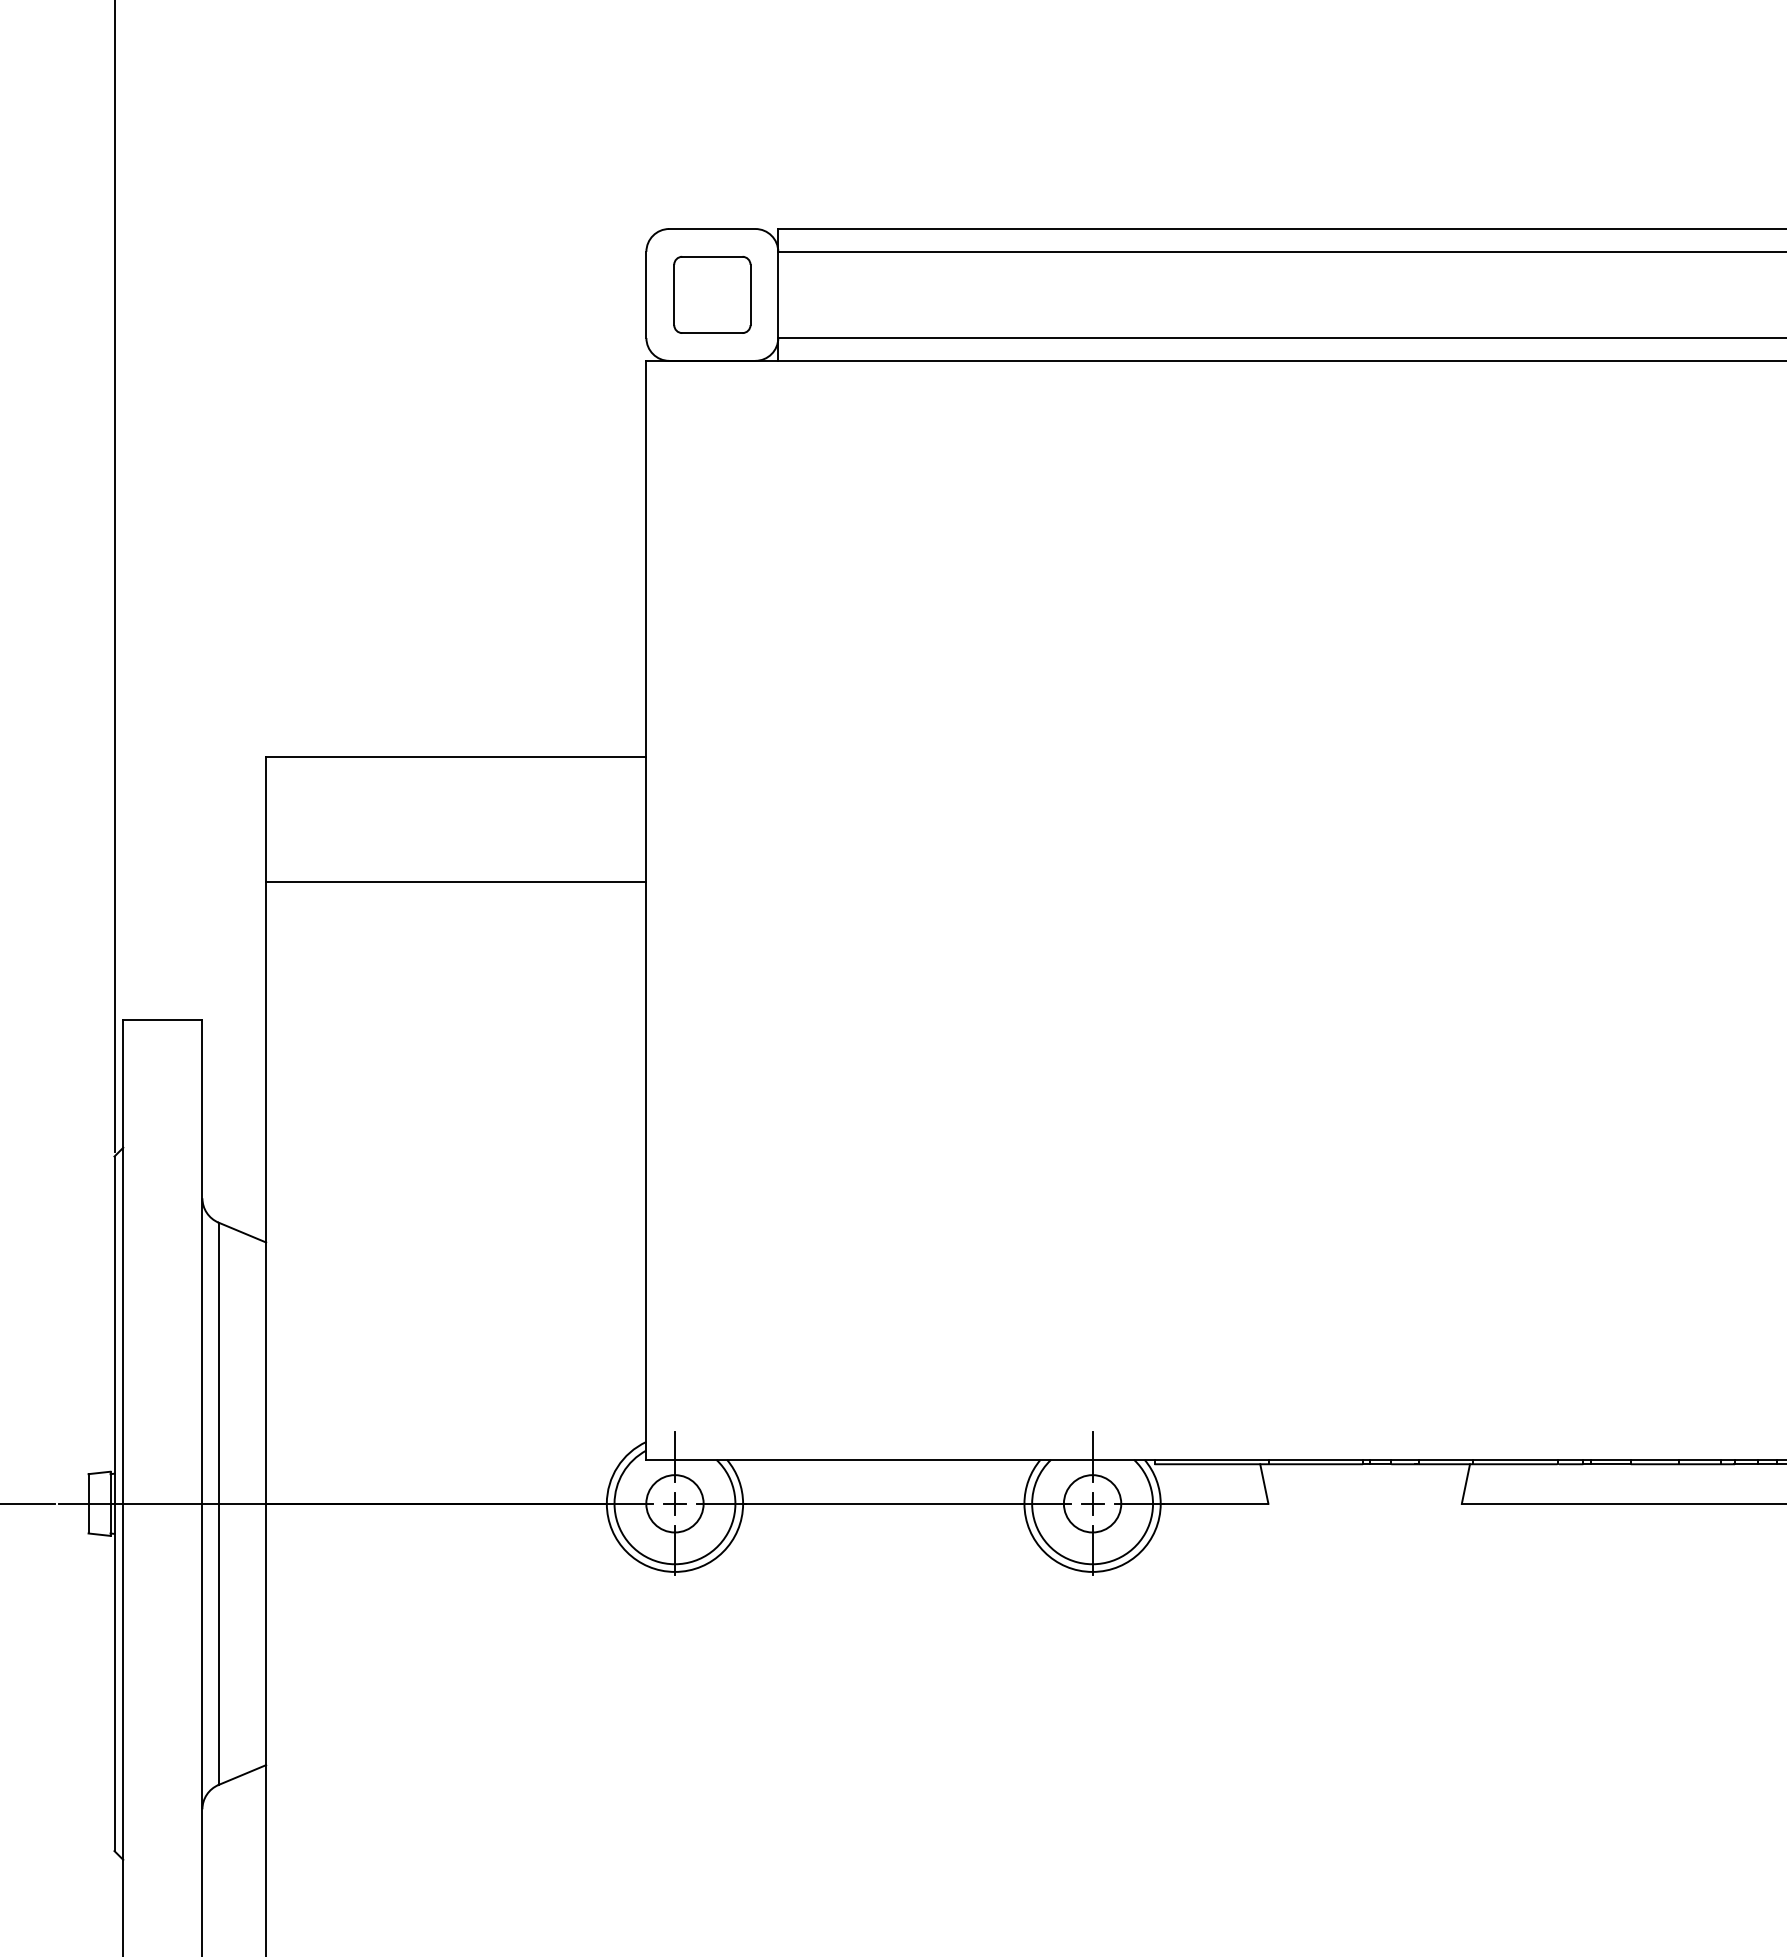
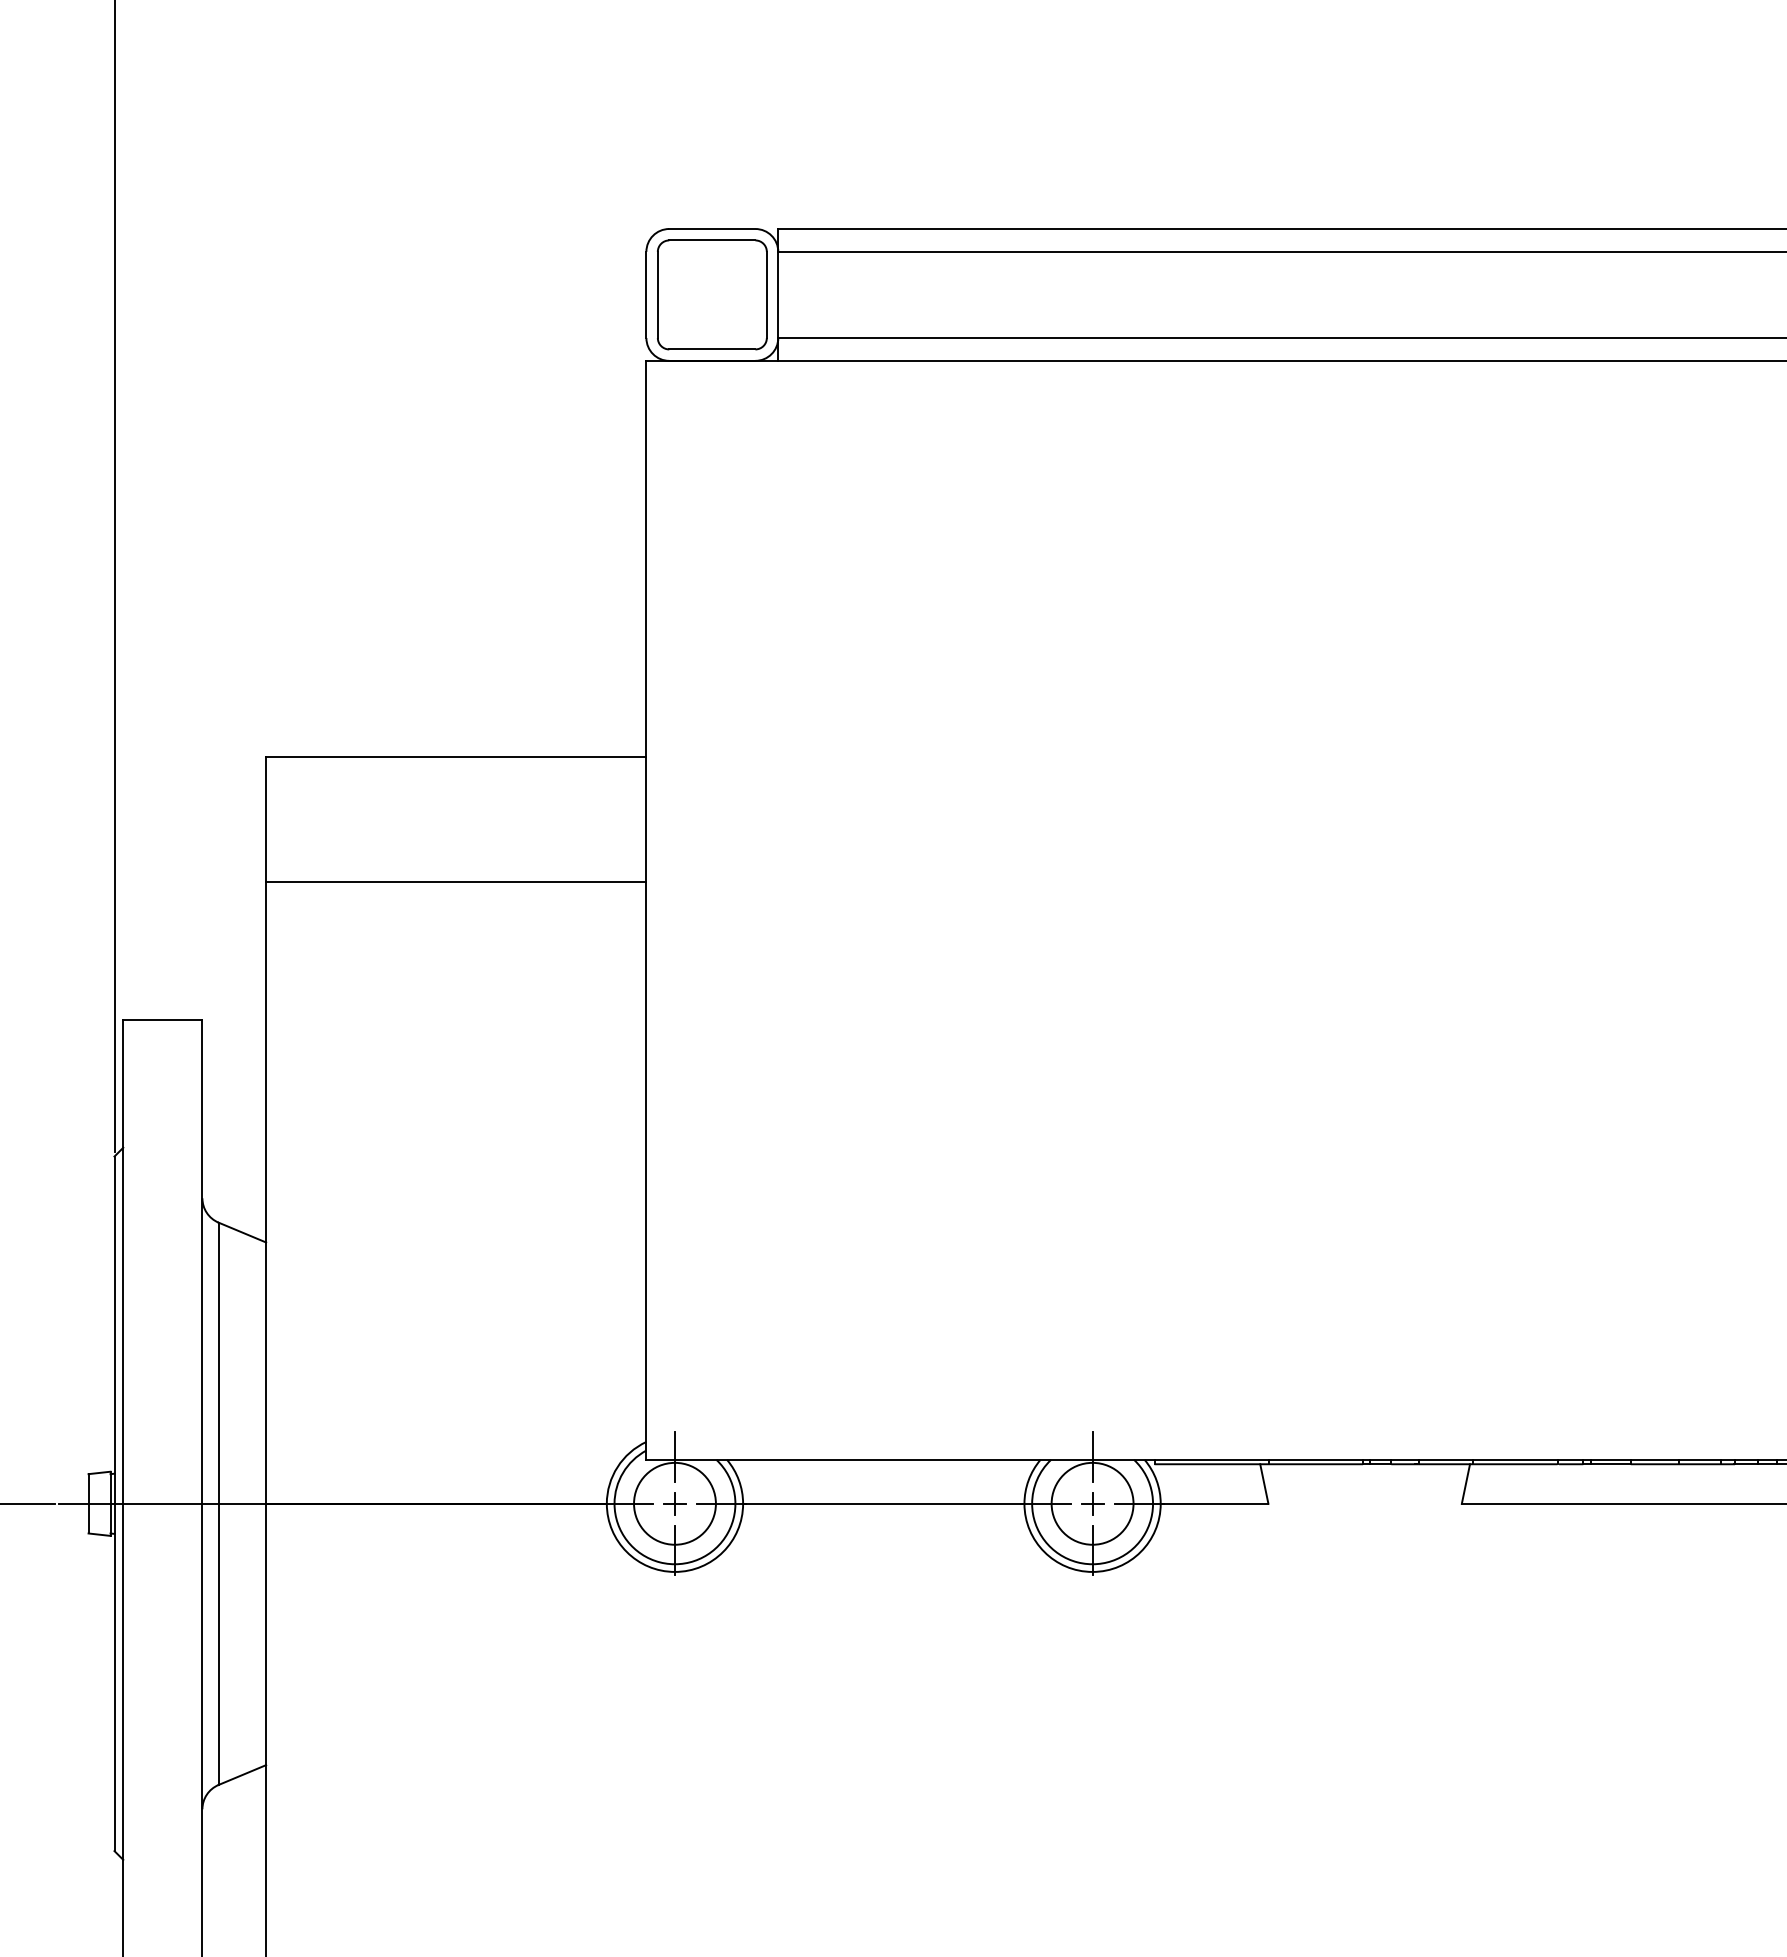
part at (712, 294) size: 79x78 px -> 111x112 px
circle at (674, 1503) diameter: 57 px -> 82 px
circle at (1092, 1503) diameter: 57 px -> 82 px
